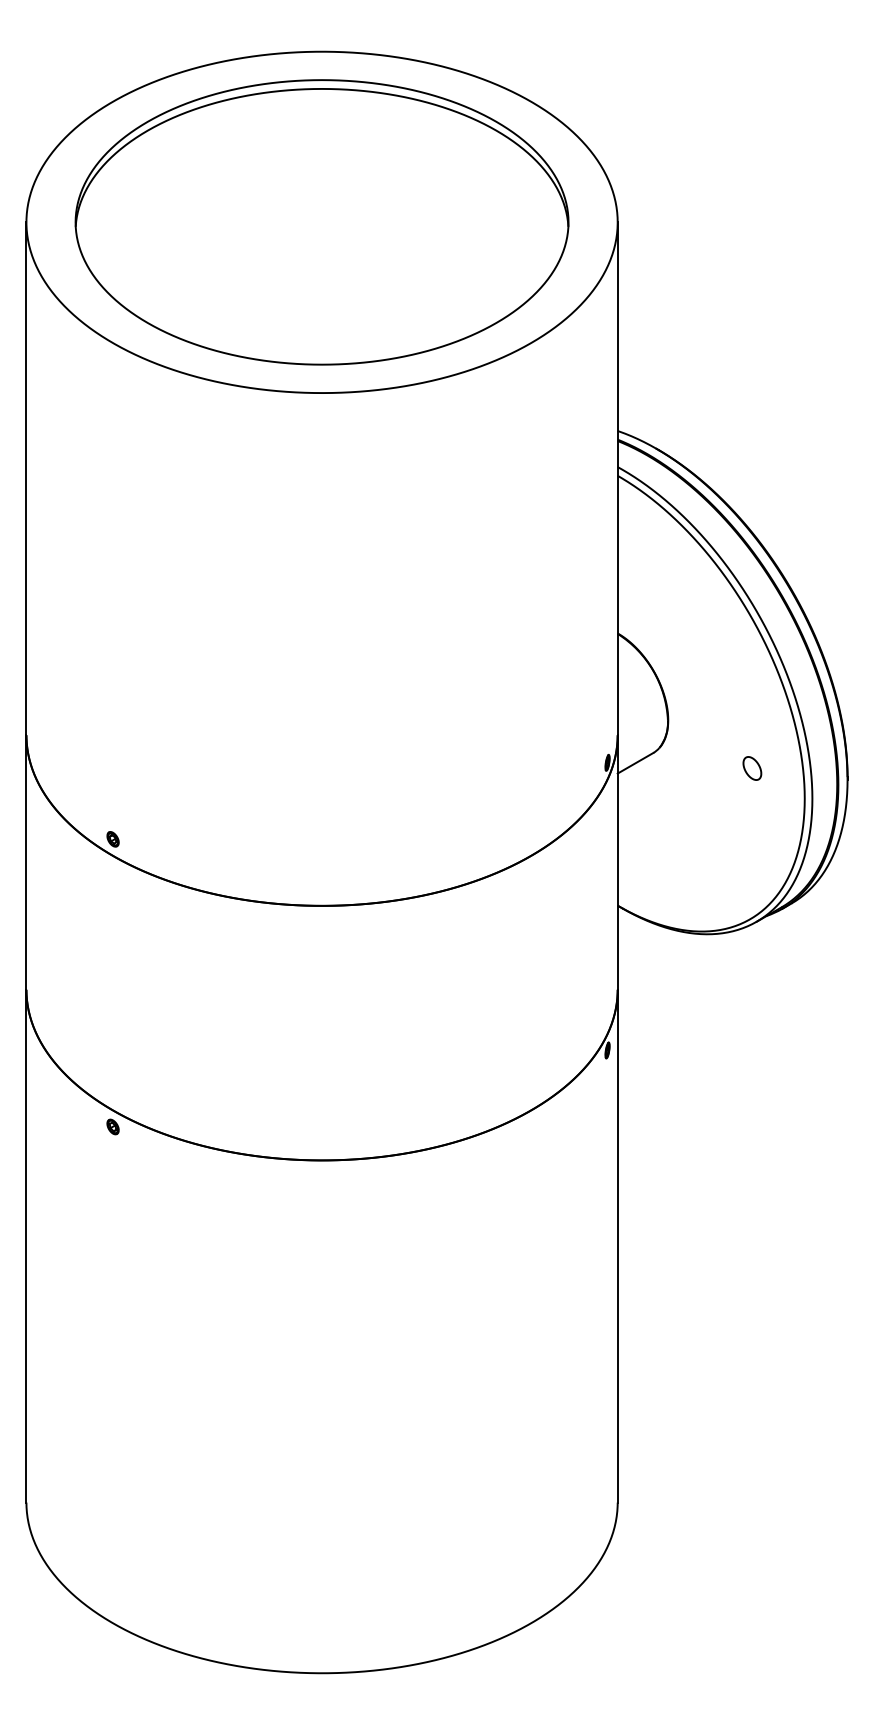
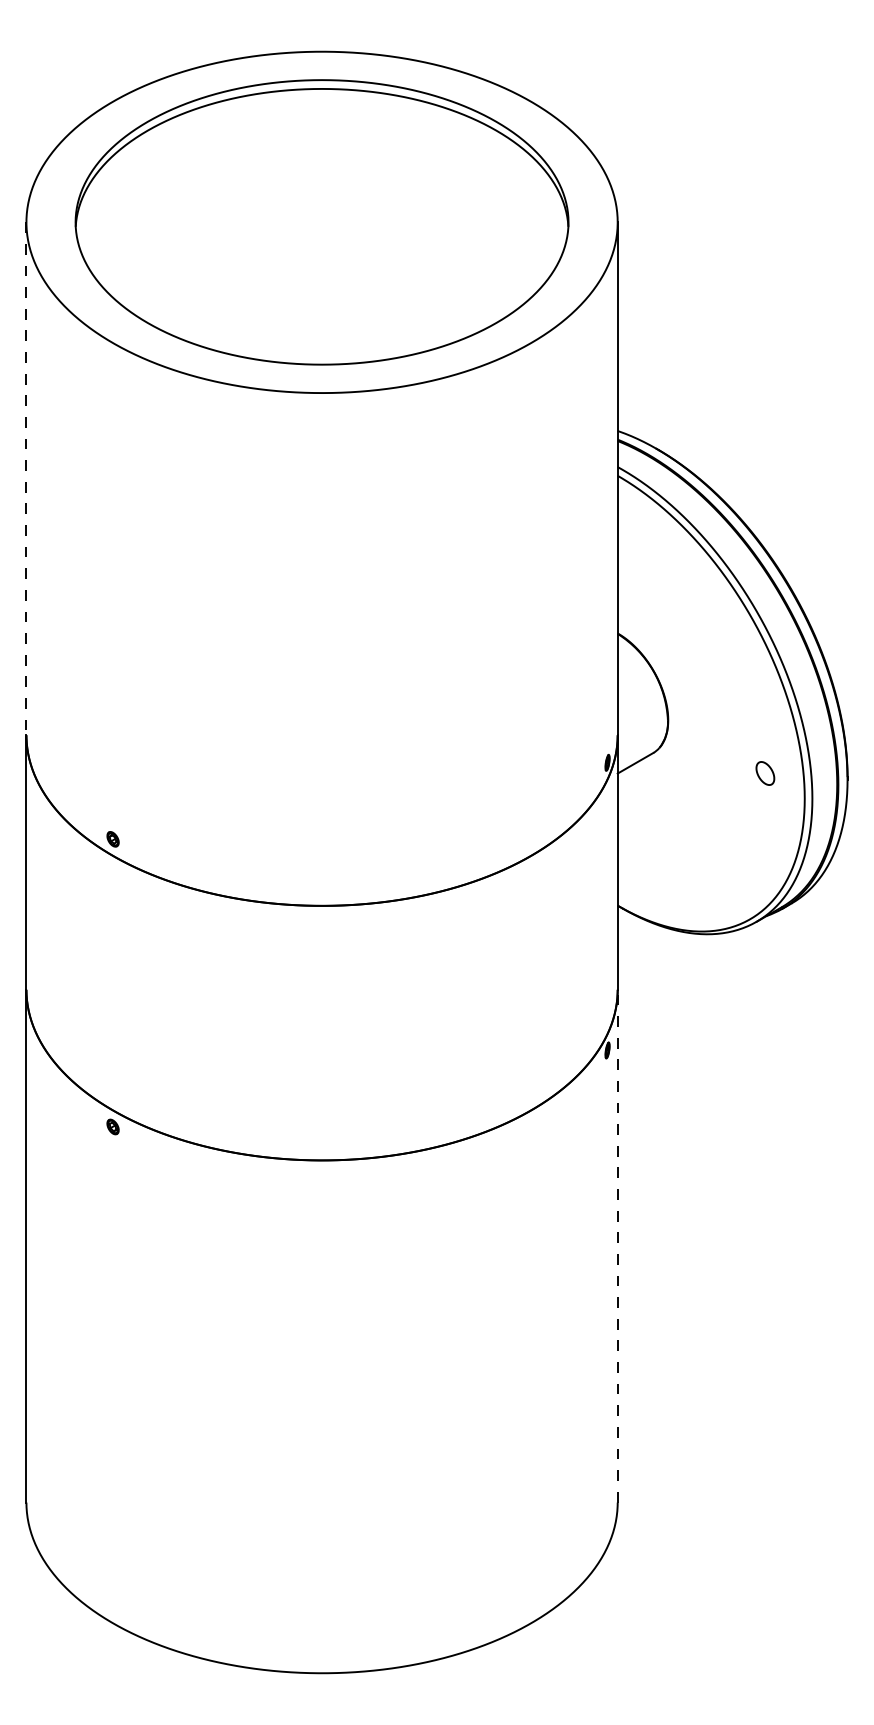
line at (26, 479): solid -> dashed
part at (752, 768) position: (752, 768) -> (765, 773)
line at (617, 1245): solid -> dashed
